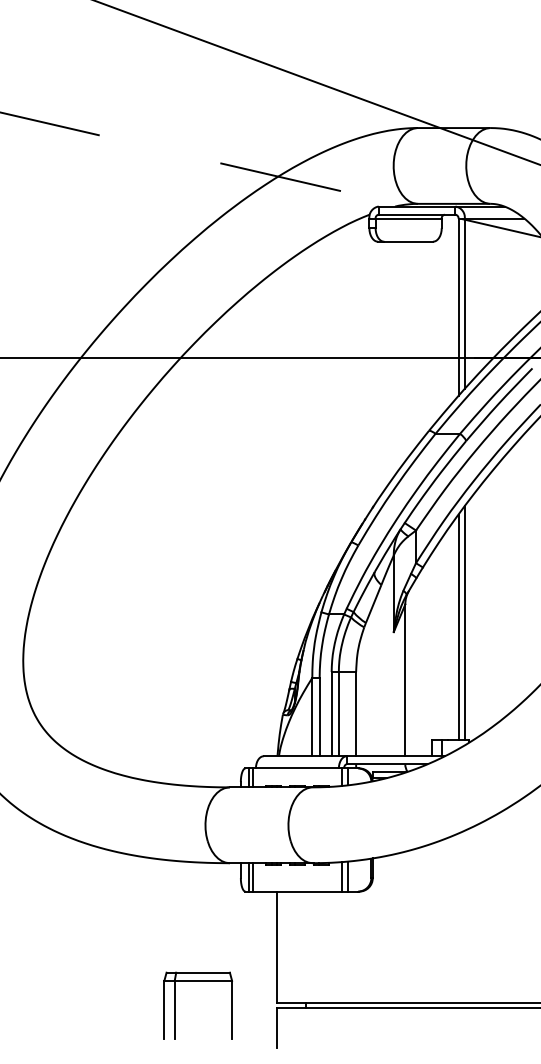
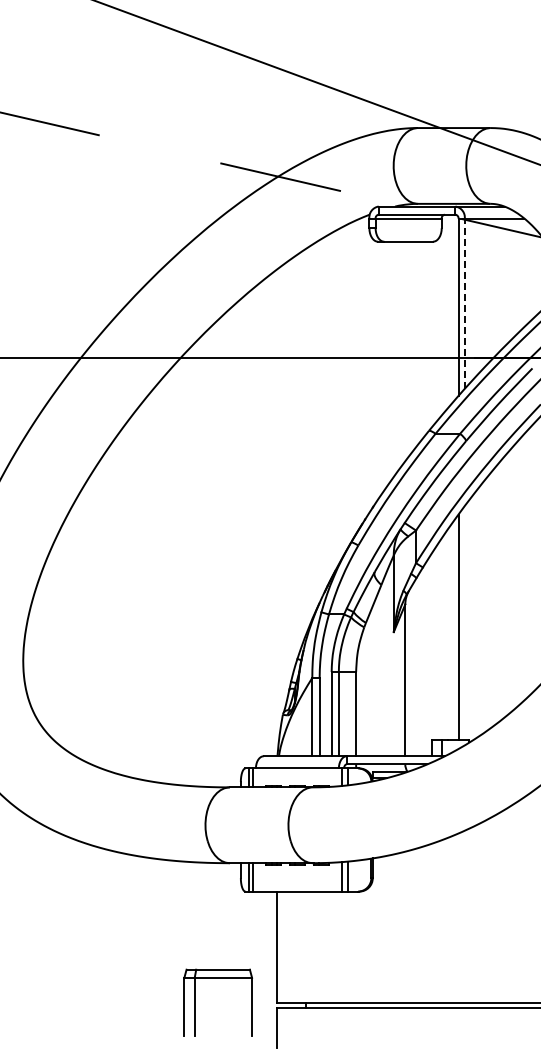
line at (464, 303): solid -> dashed
line at (464, 623): present -> none
part at (175, 1005) position: (175, 1005) -> (195, 1002)
